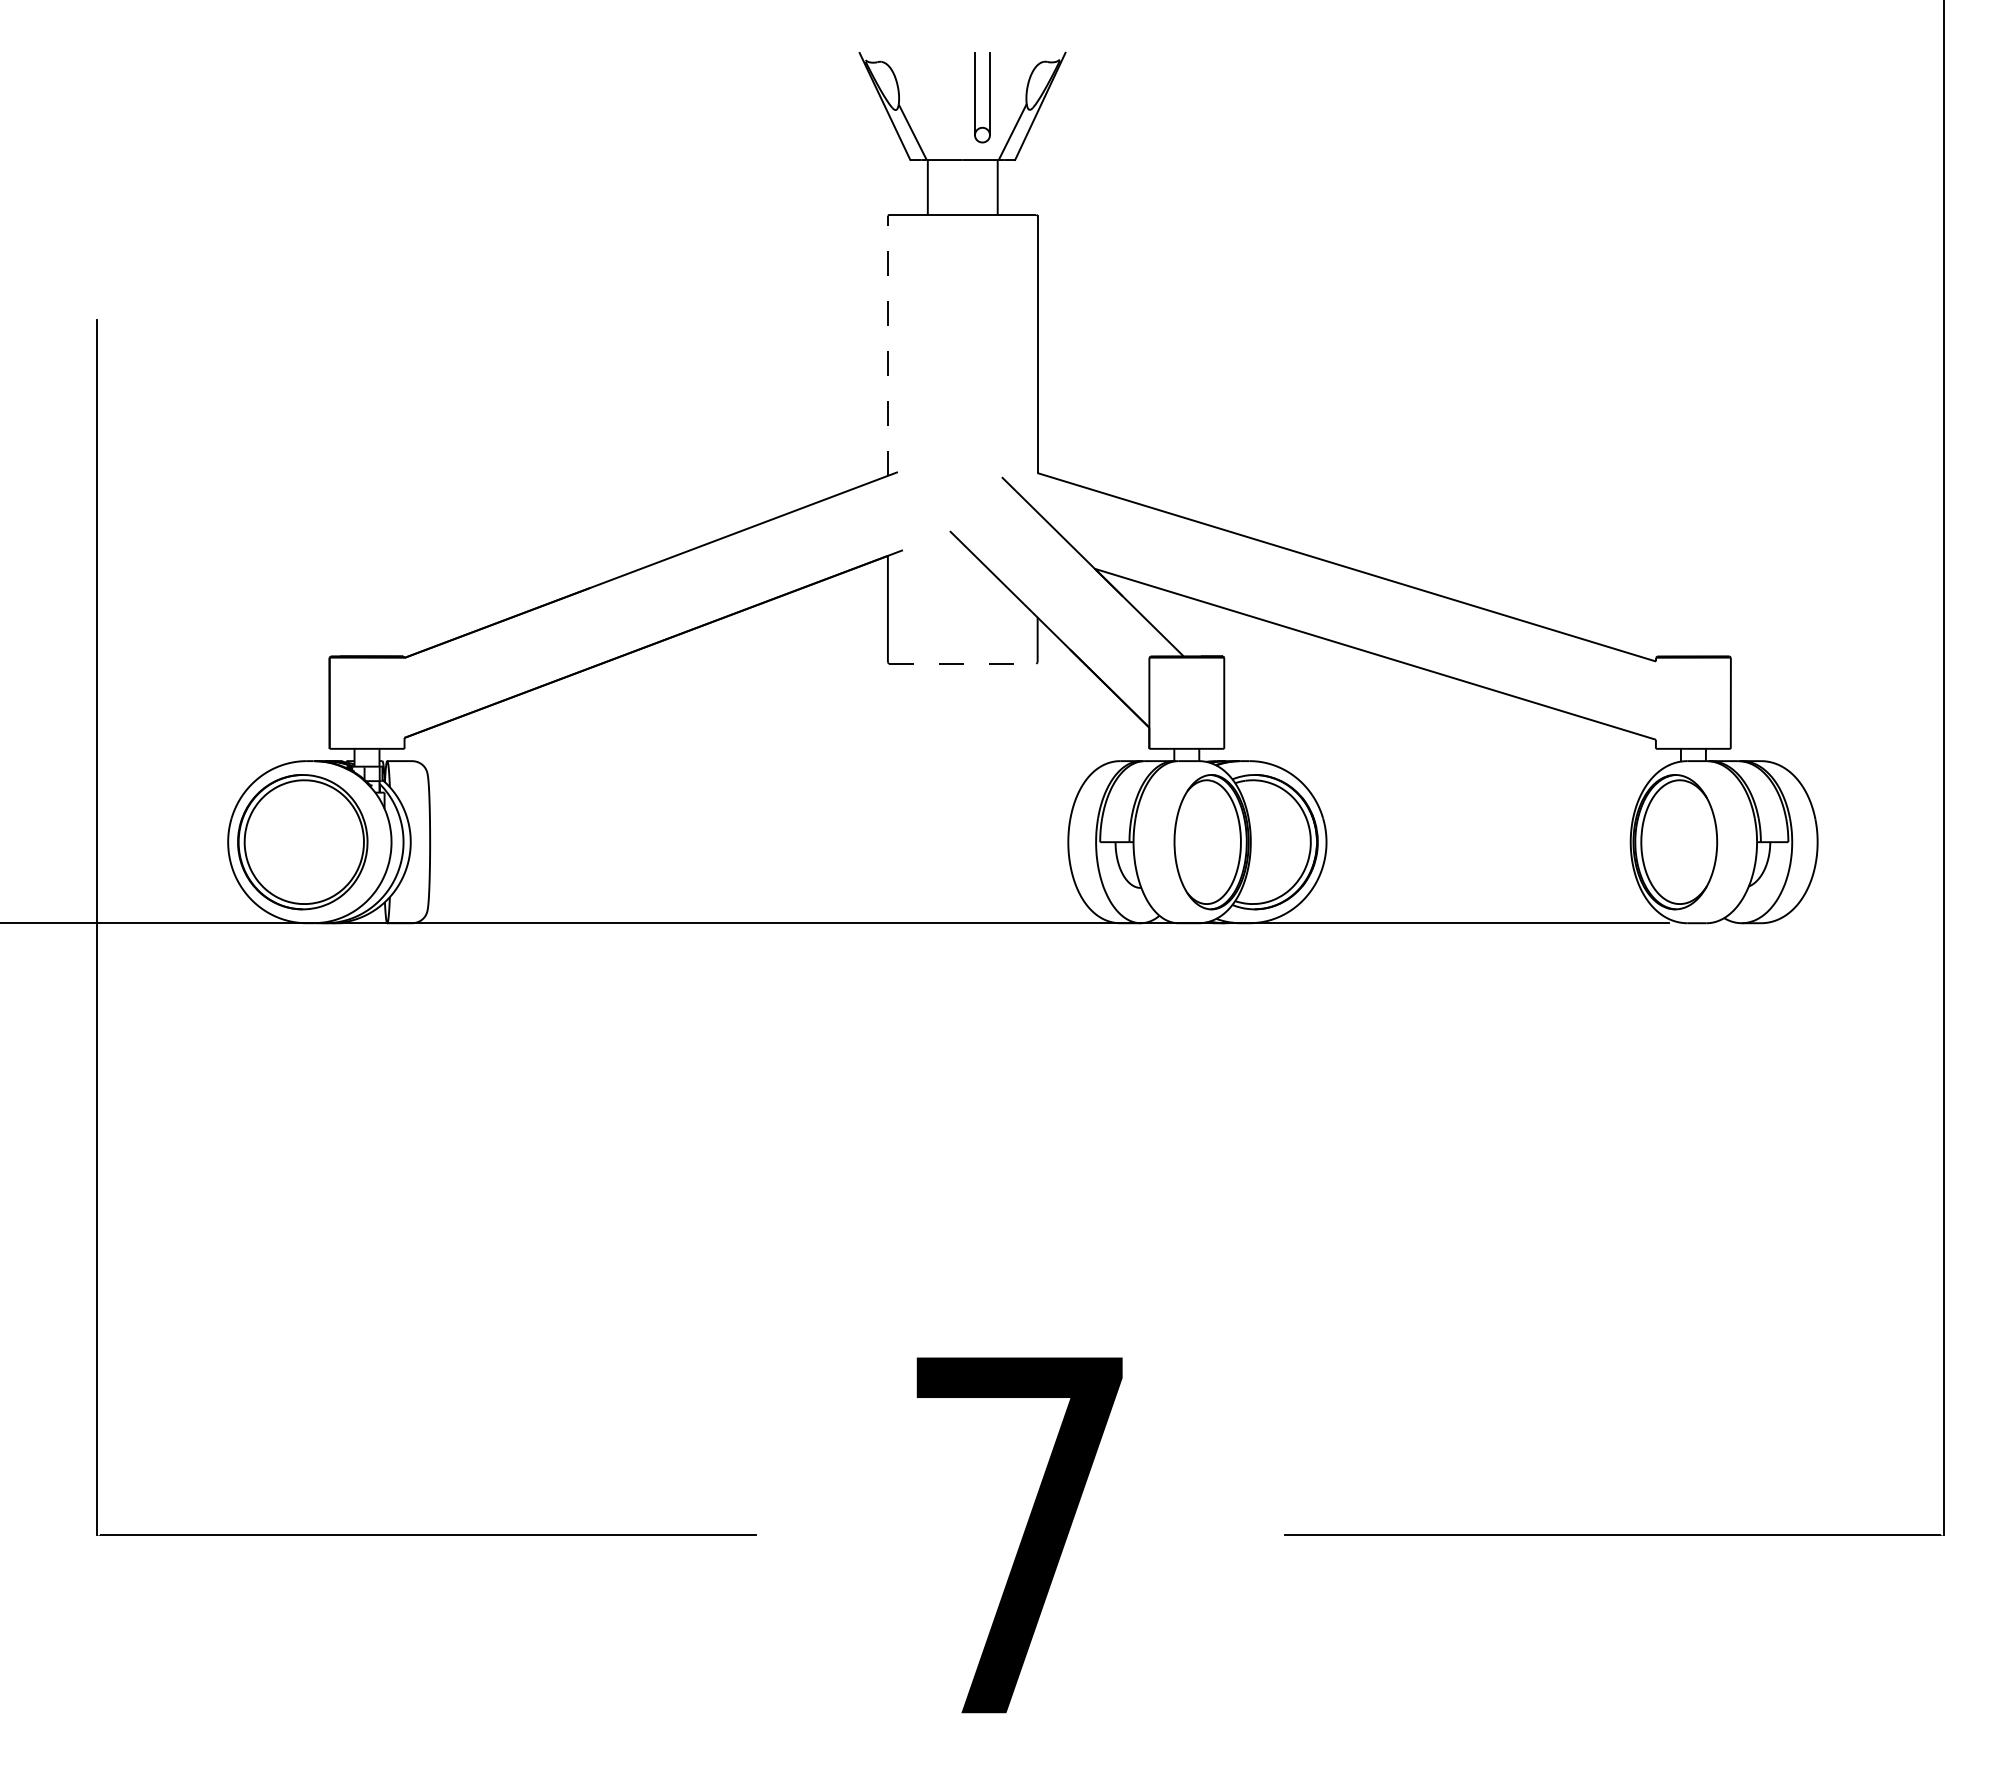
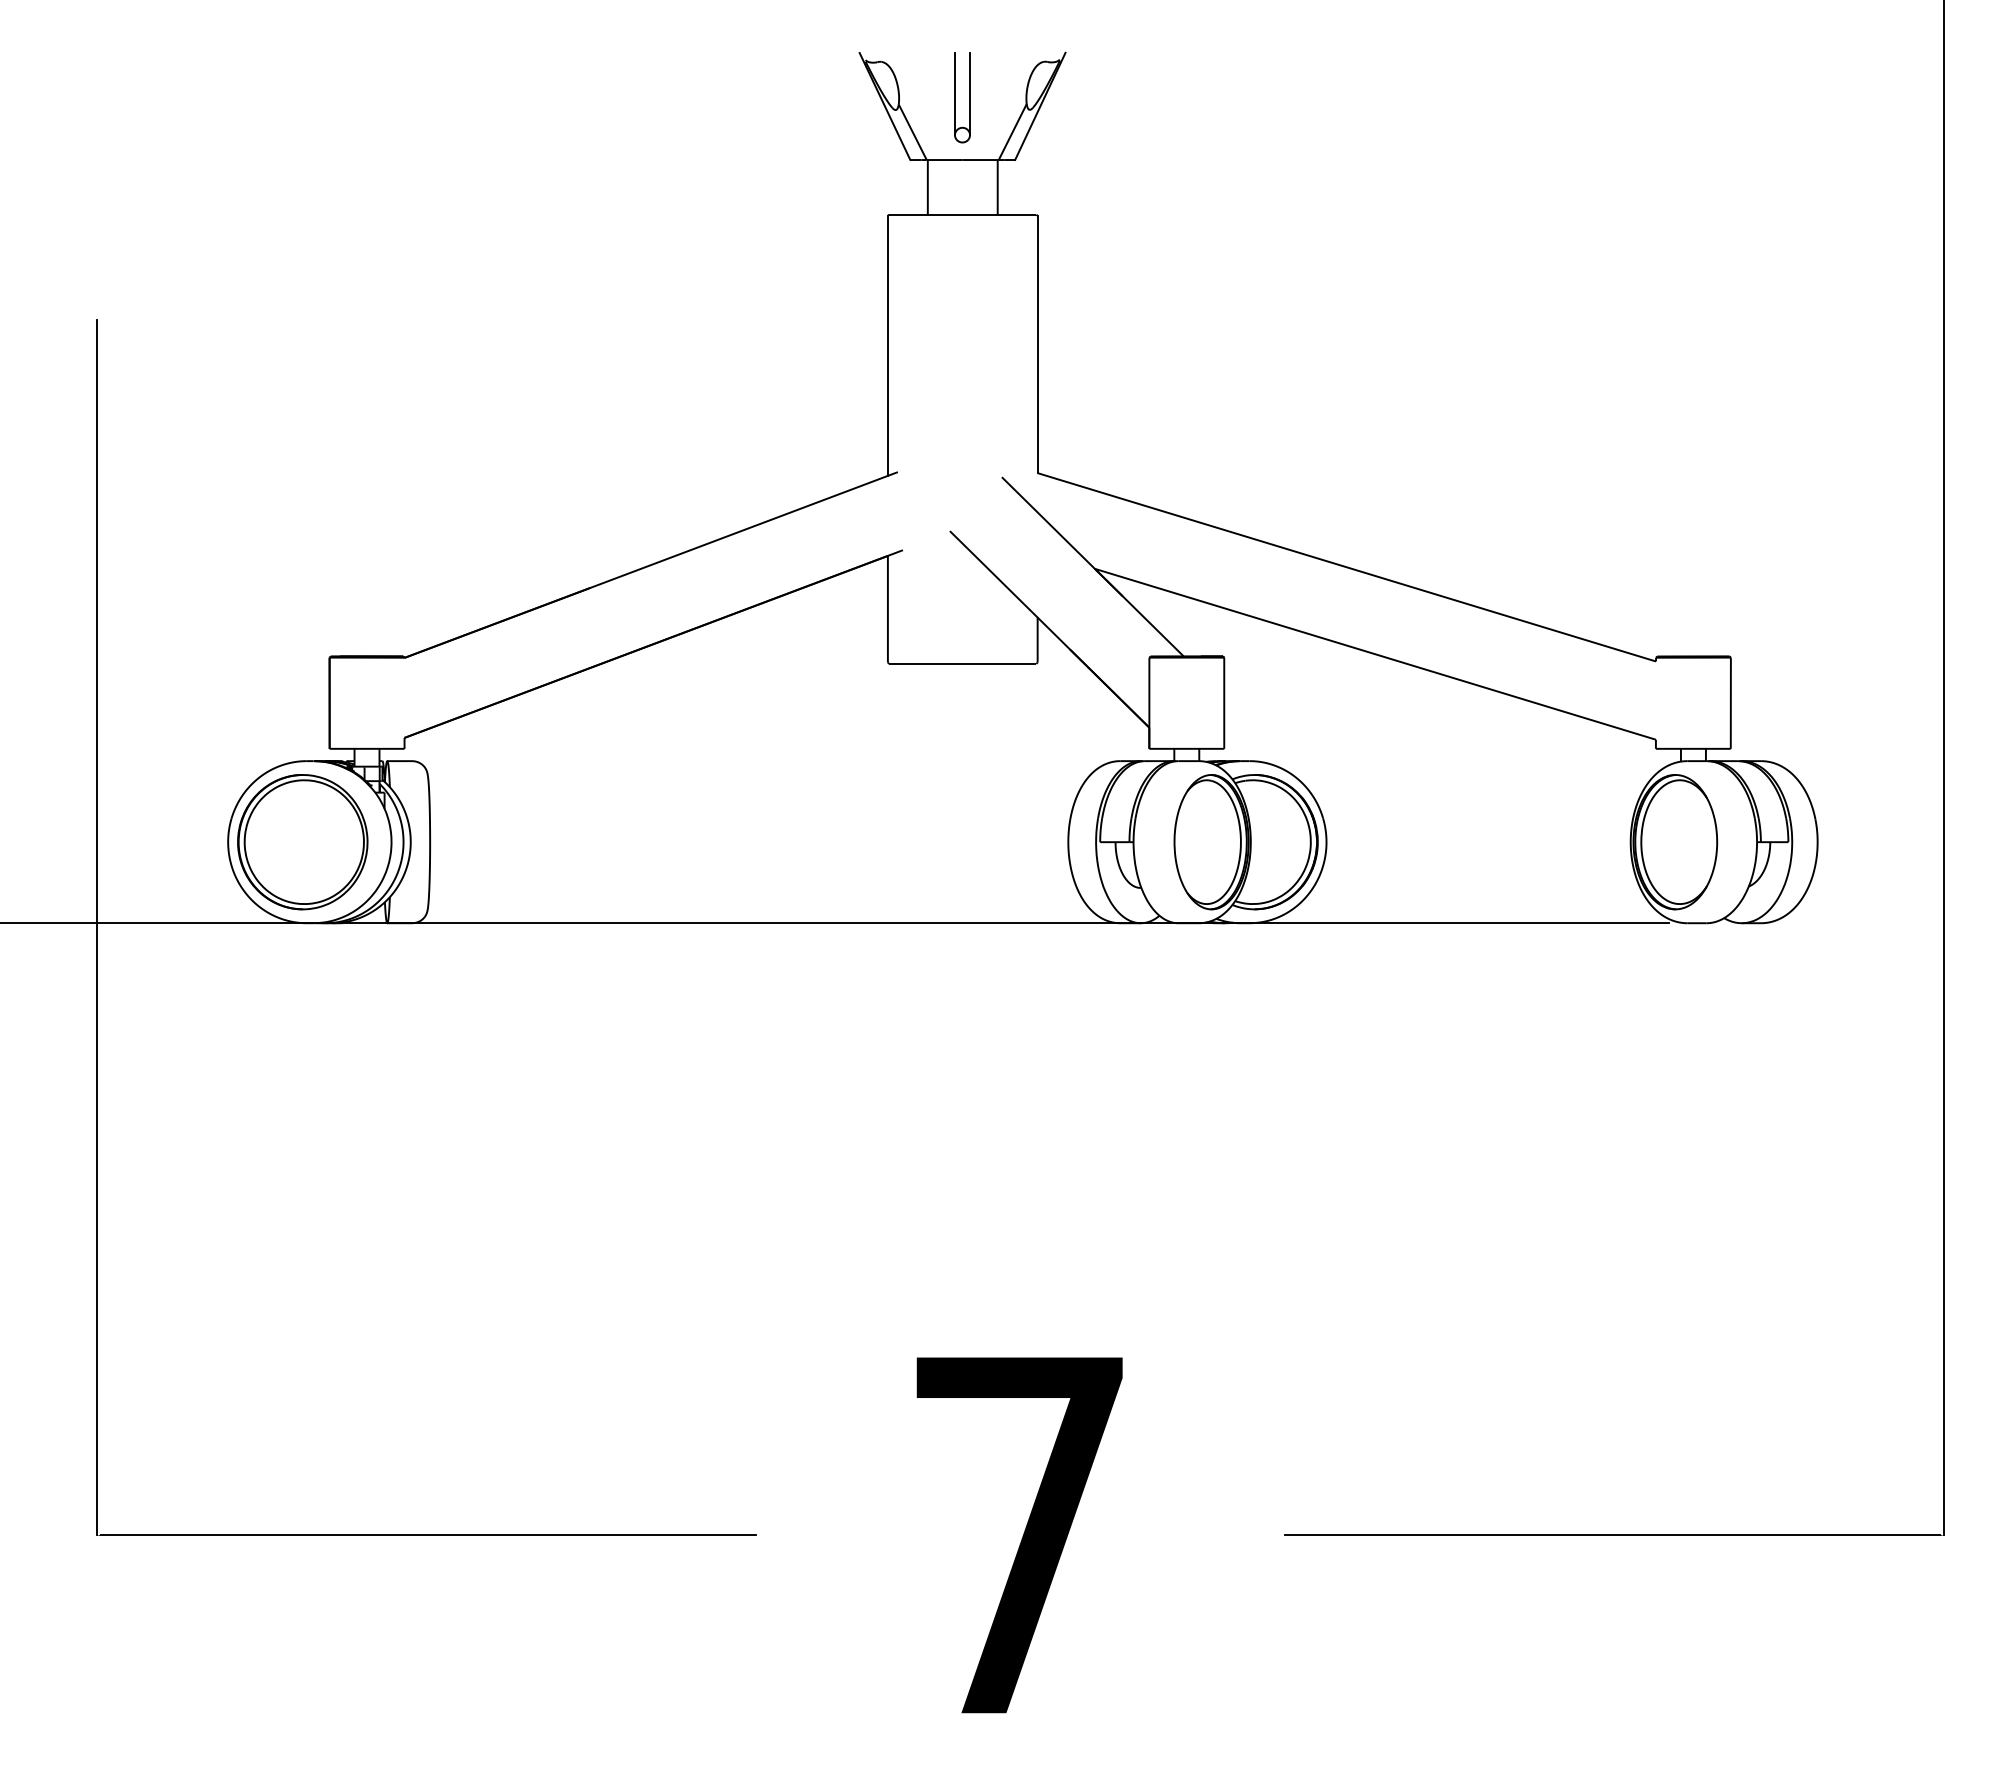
part at (975, 97) position: (975, 97) -> (955, 97)
line at (887, 345): dashed -> solid
line at (962, 663): dashed -> solid
